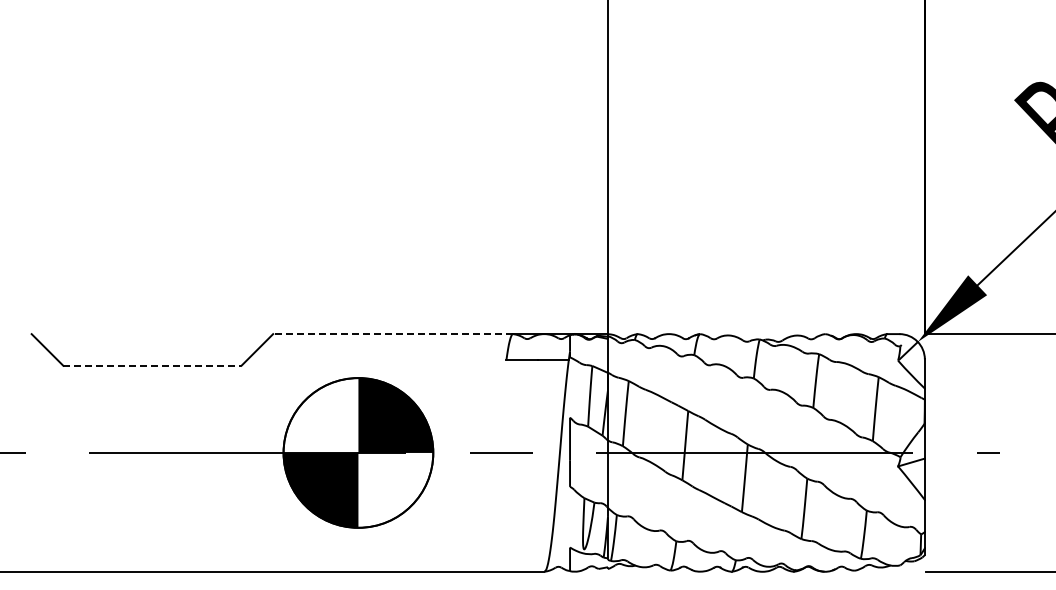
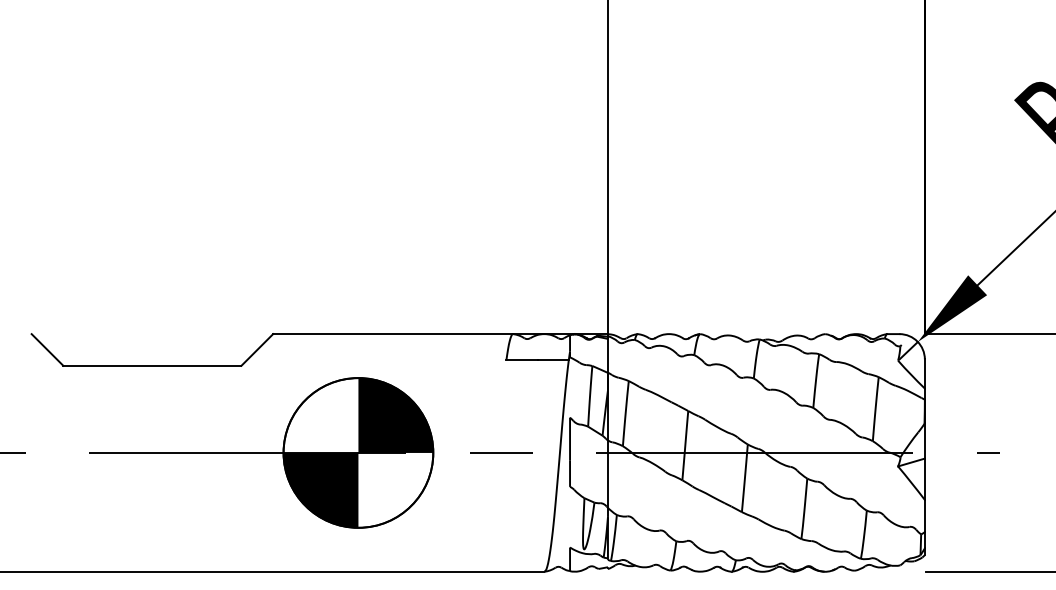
line at (393, 334): dashed -> solid
line at (152, 365): dashed -> solid
